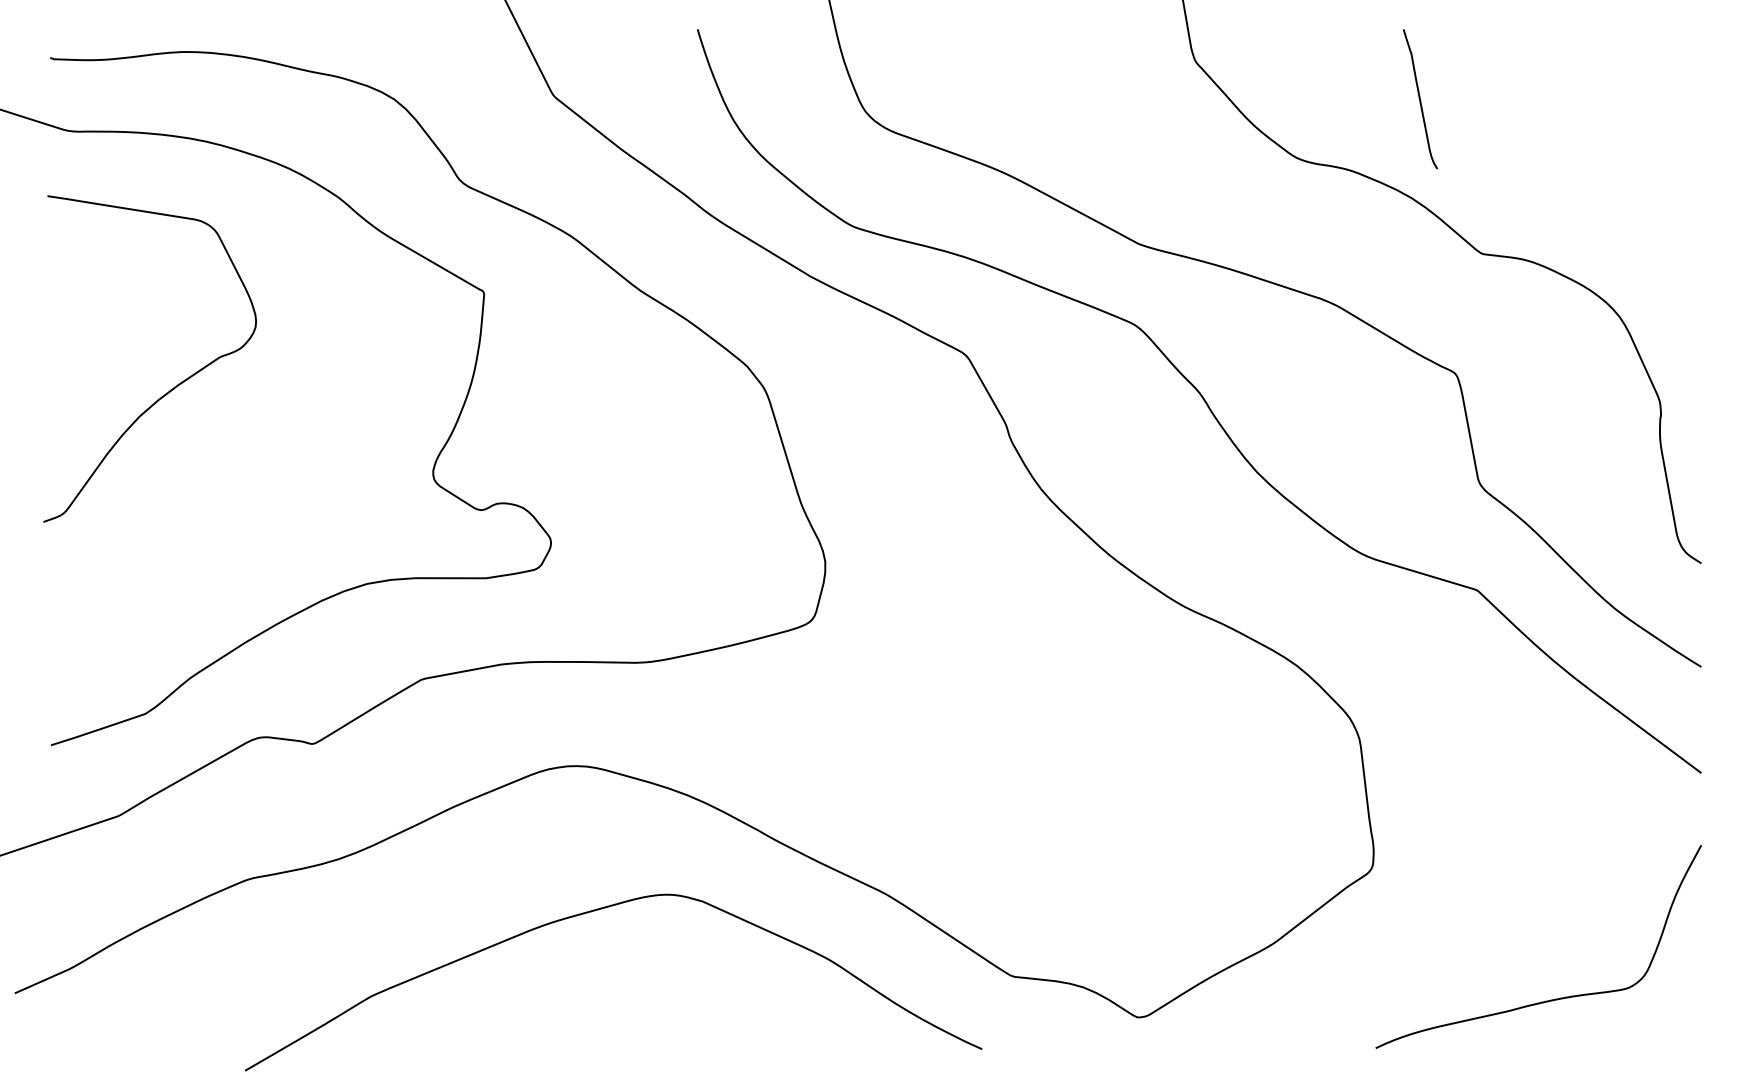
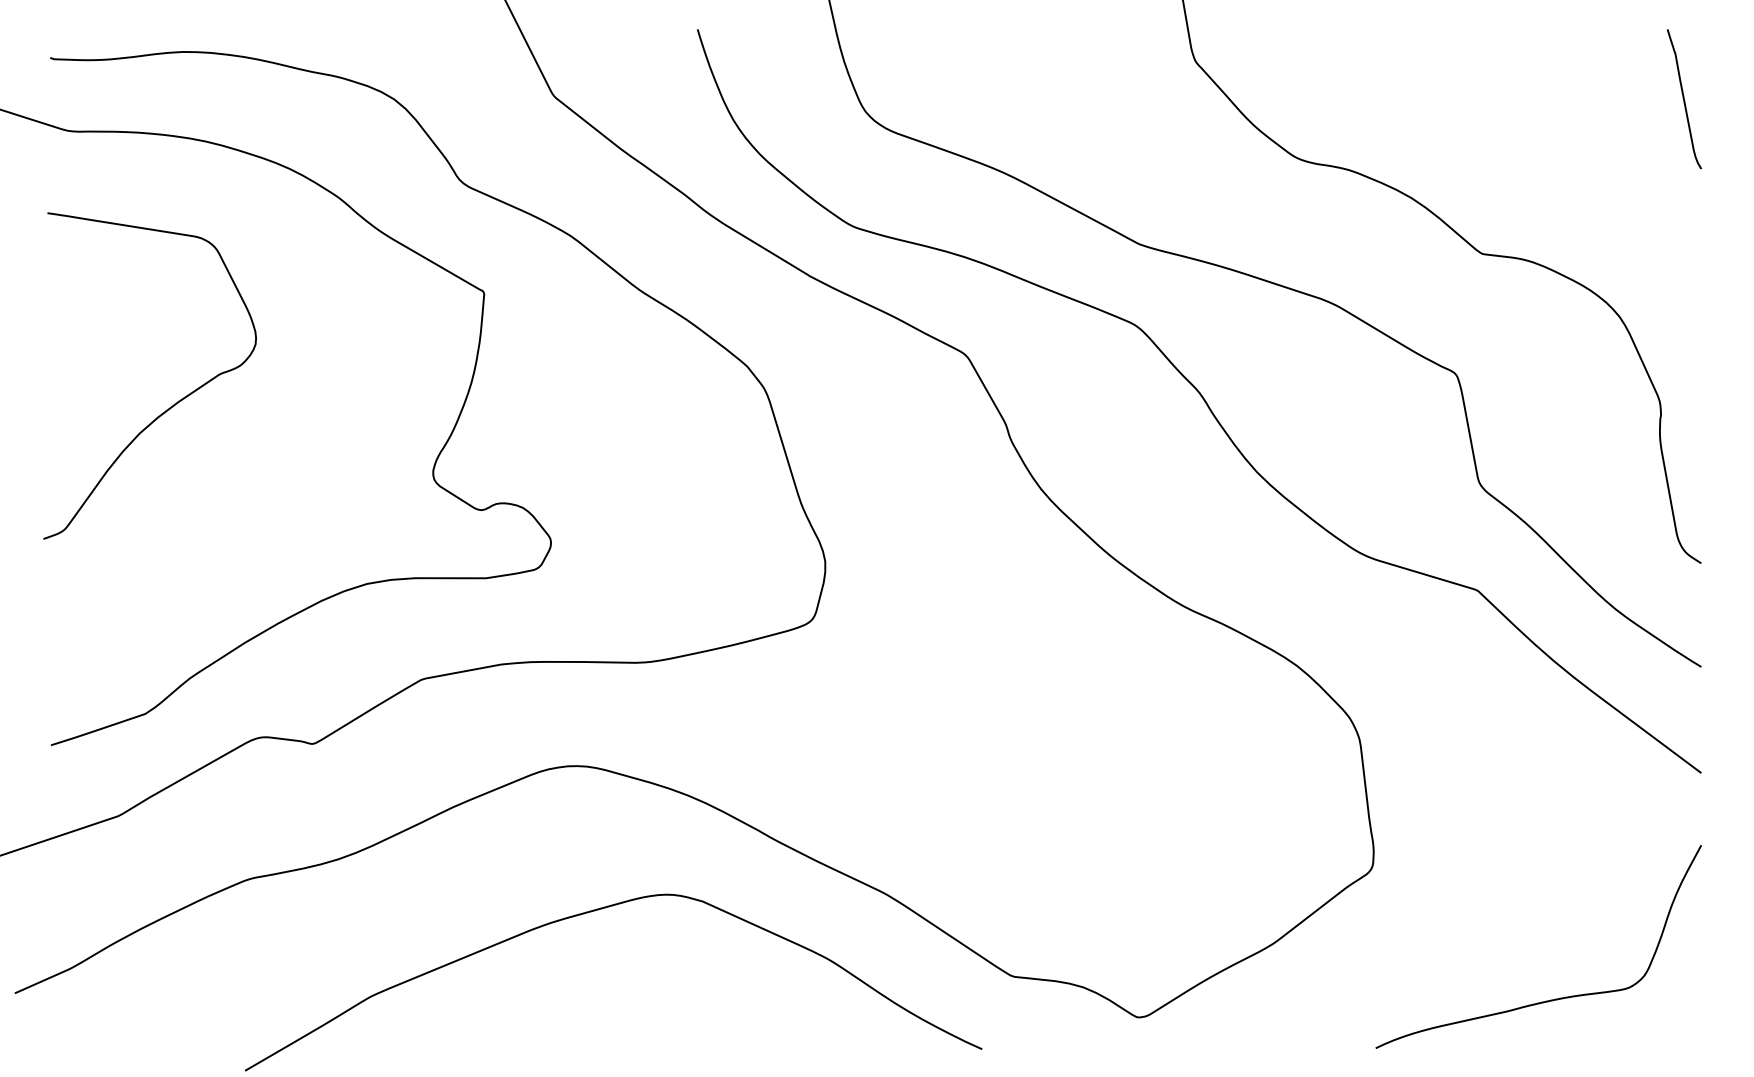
curve at (1420, 99) position: (1420, 99) -> (1684, 99)
curve at (170, 389) position: (170, 389) -> (170, 406)
